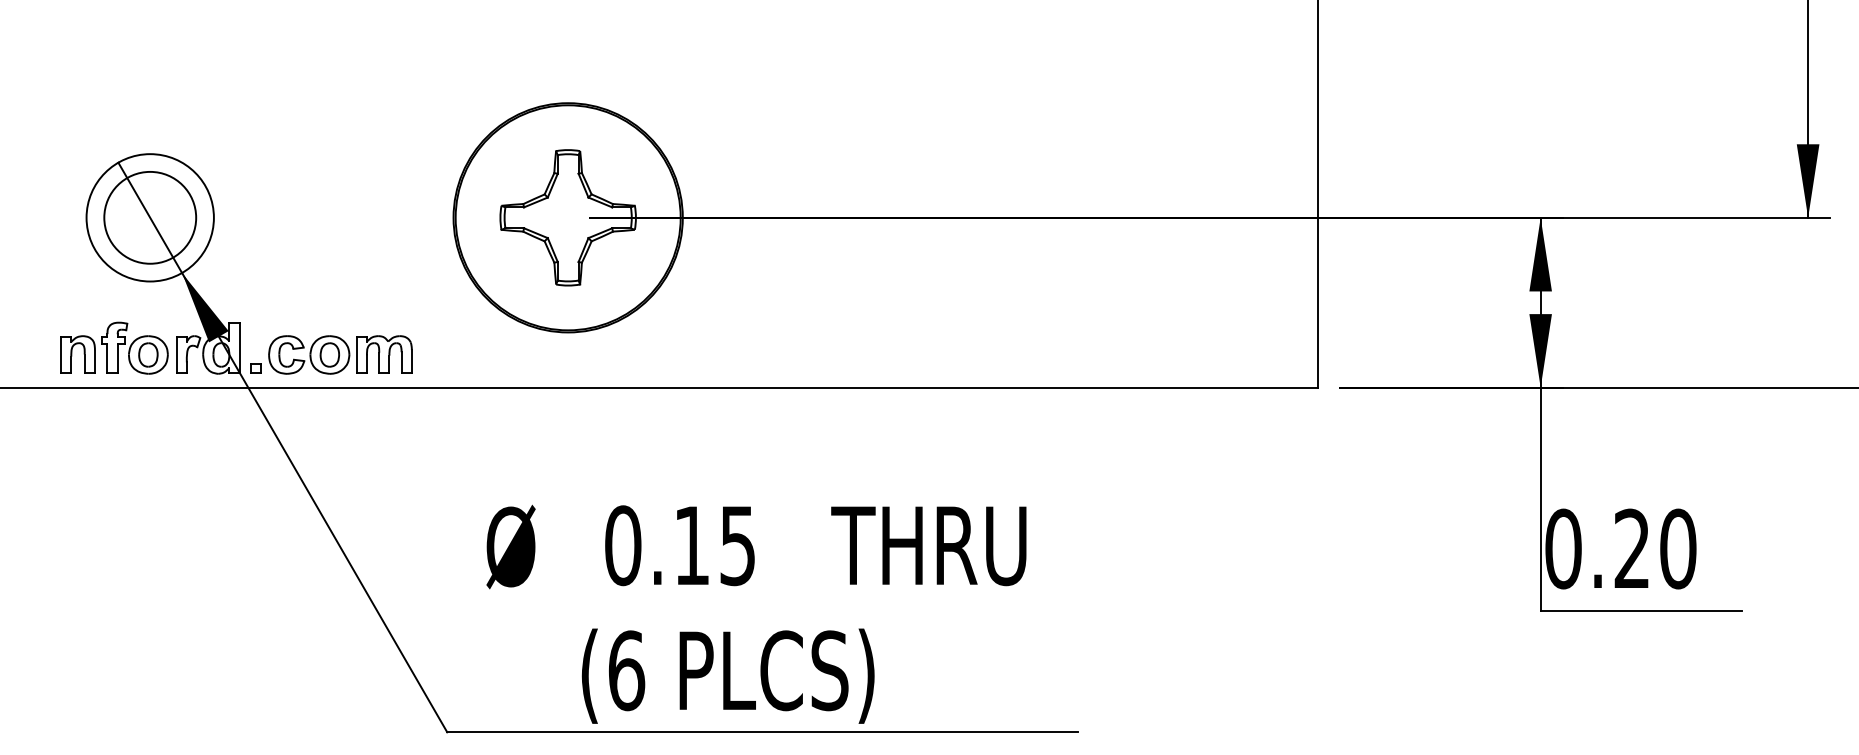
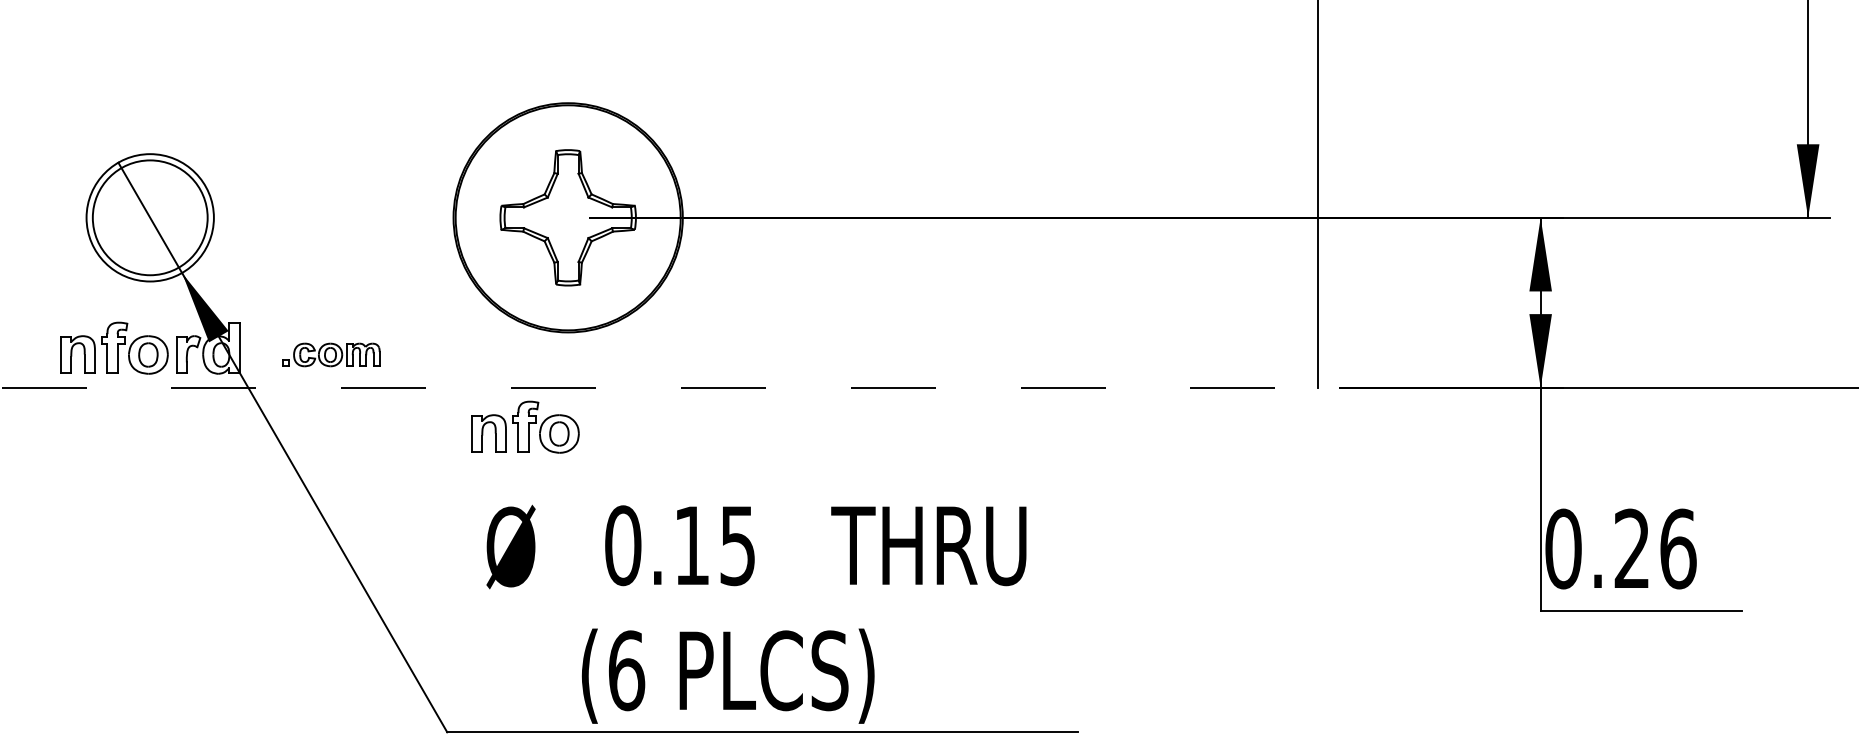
circle at (150, 217) diameter: 92 px -> 115 px
part at (331, 354) size: 163x40 px -> 99x26 px
line at (659, 387): solid -> dashed
part at (525, 426): none -> present
text at (1678, 548): 0.20 -> 0.26
